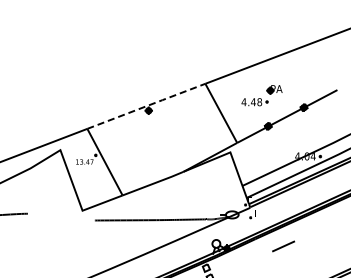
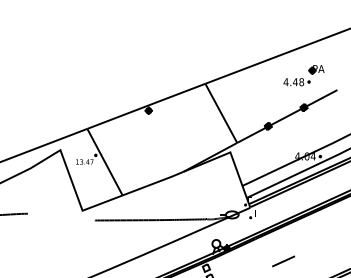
part at (261, 95) position: (261, 95) -> (303, 75)
line at (146, 106): dashed -> solid
line at (283, 246) position: (283, 246) -> (283, 261)
